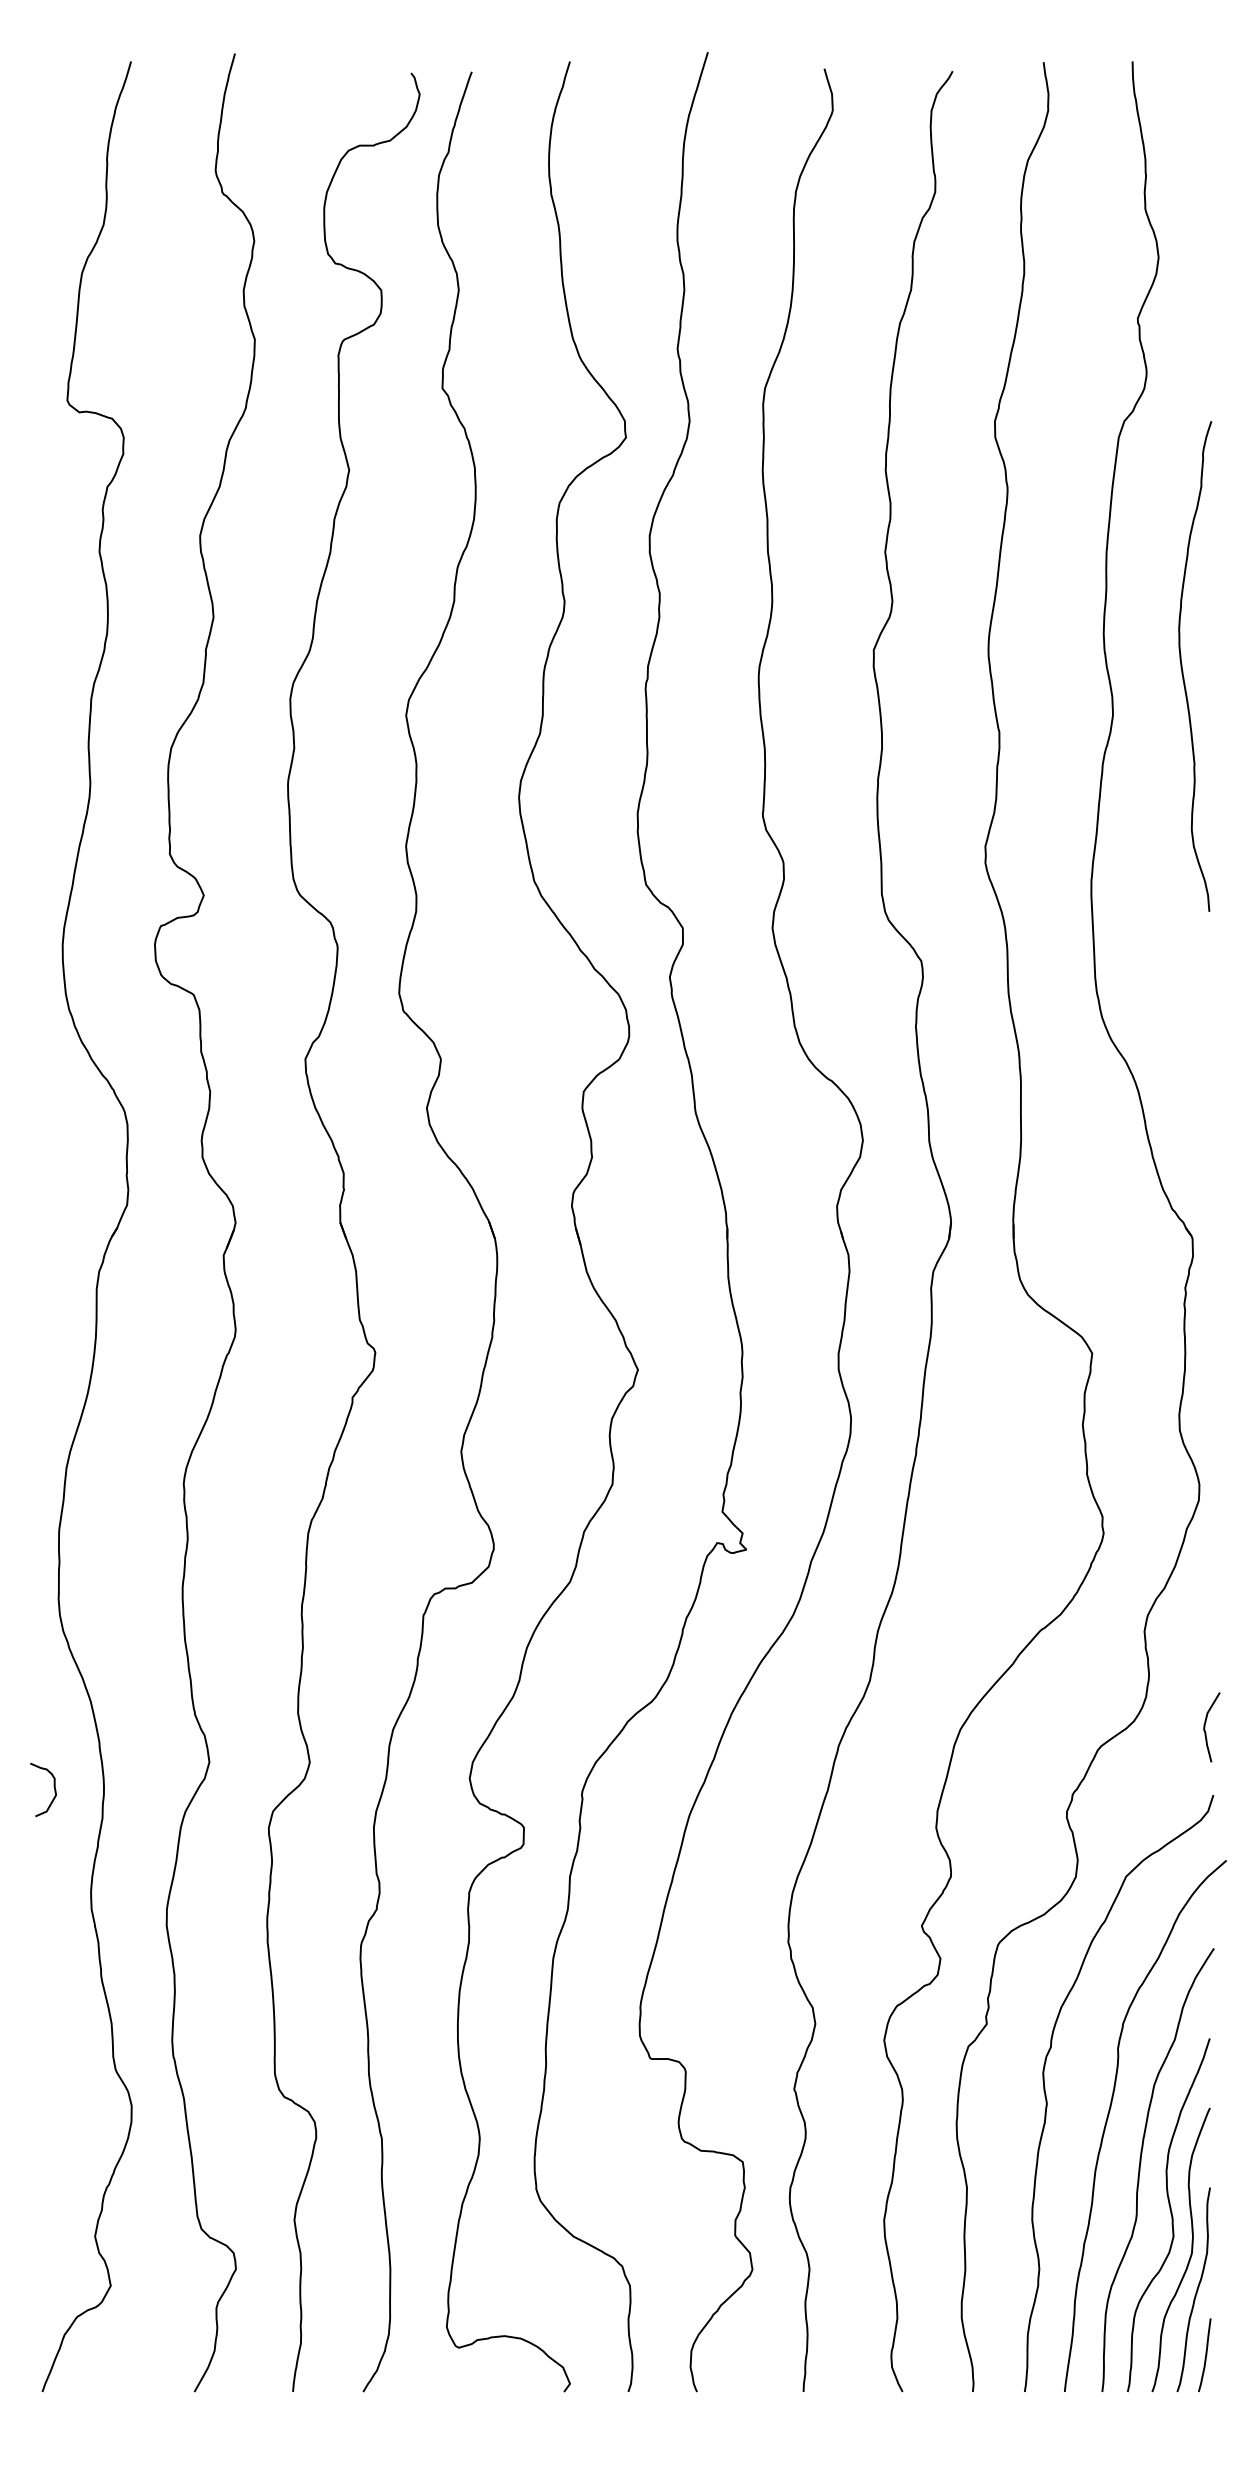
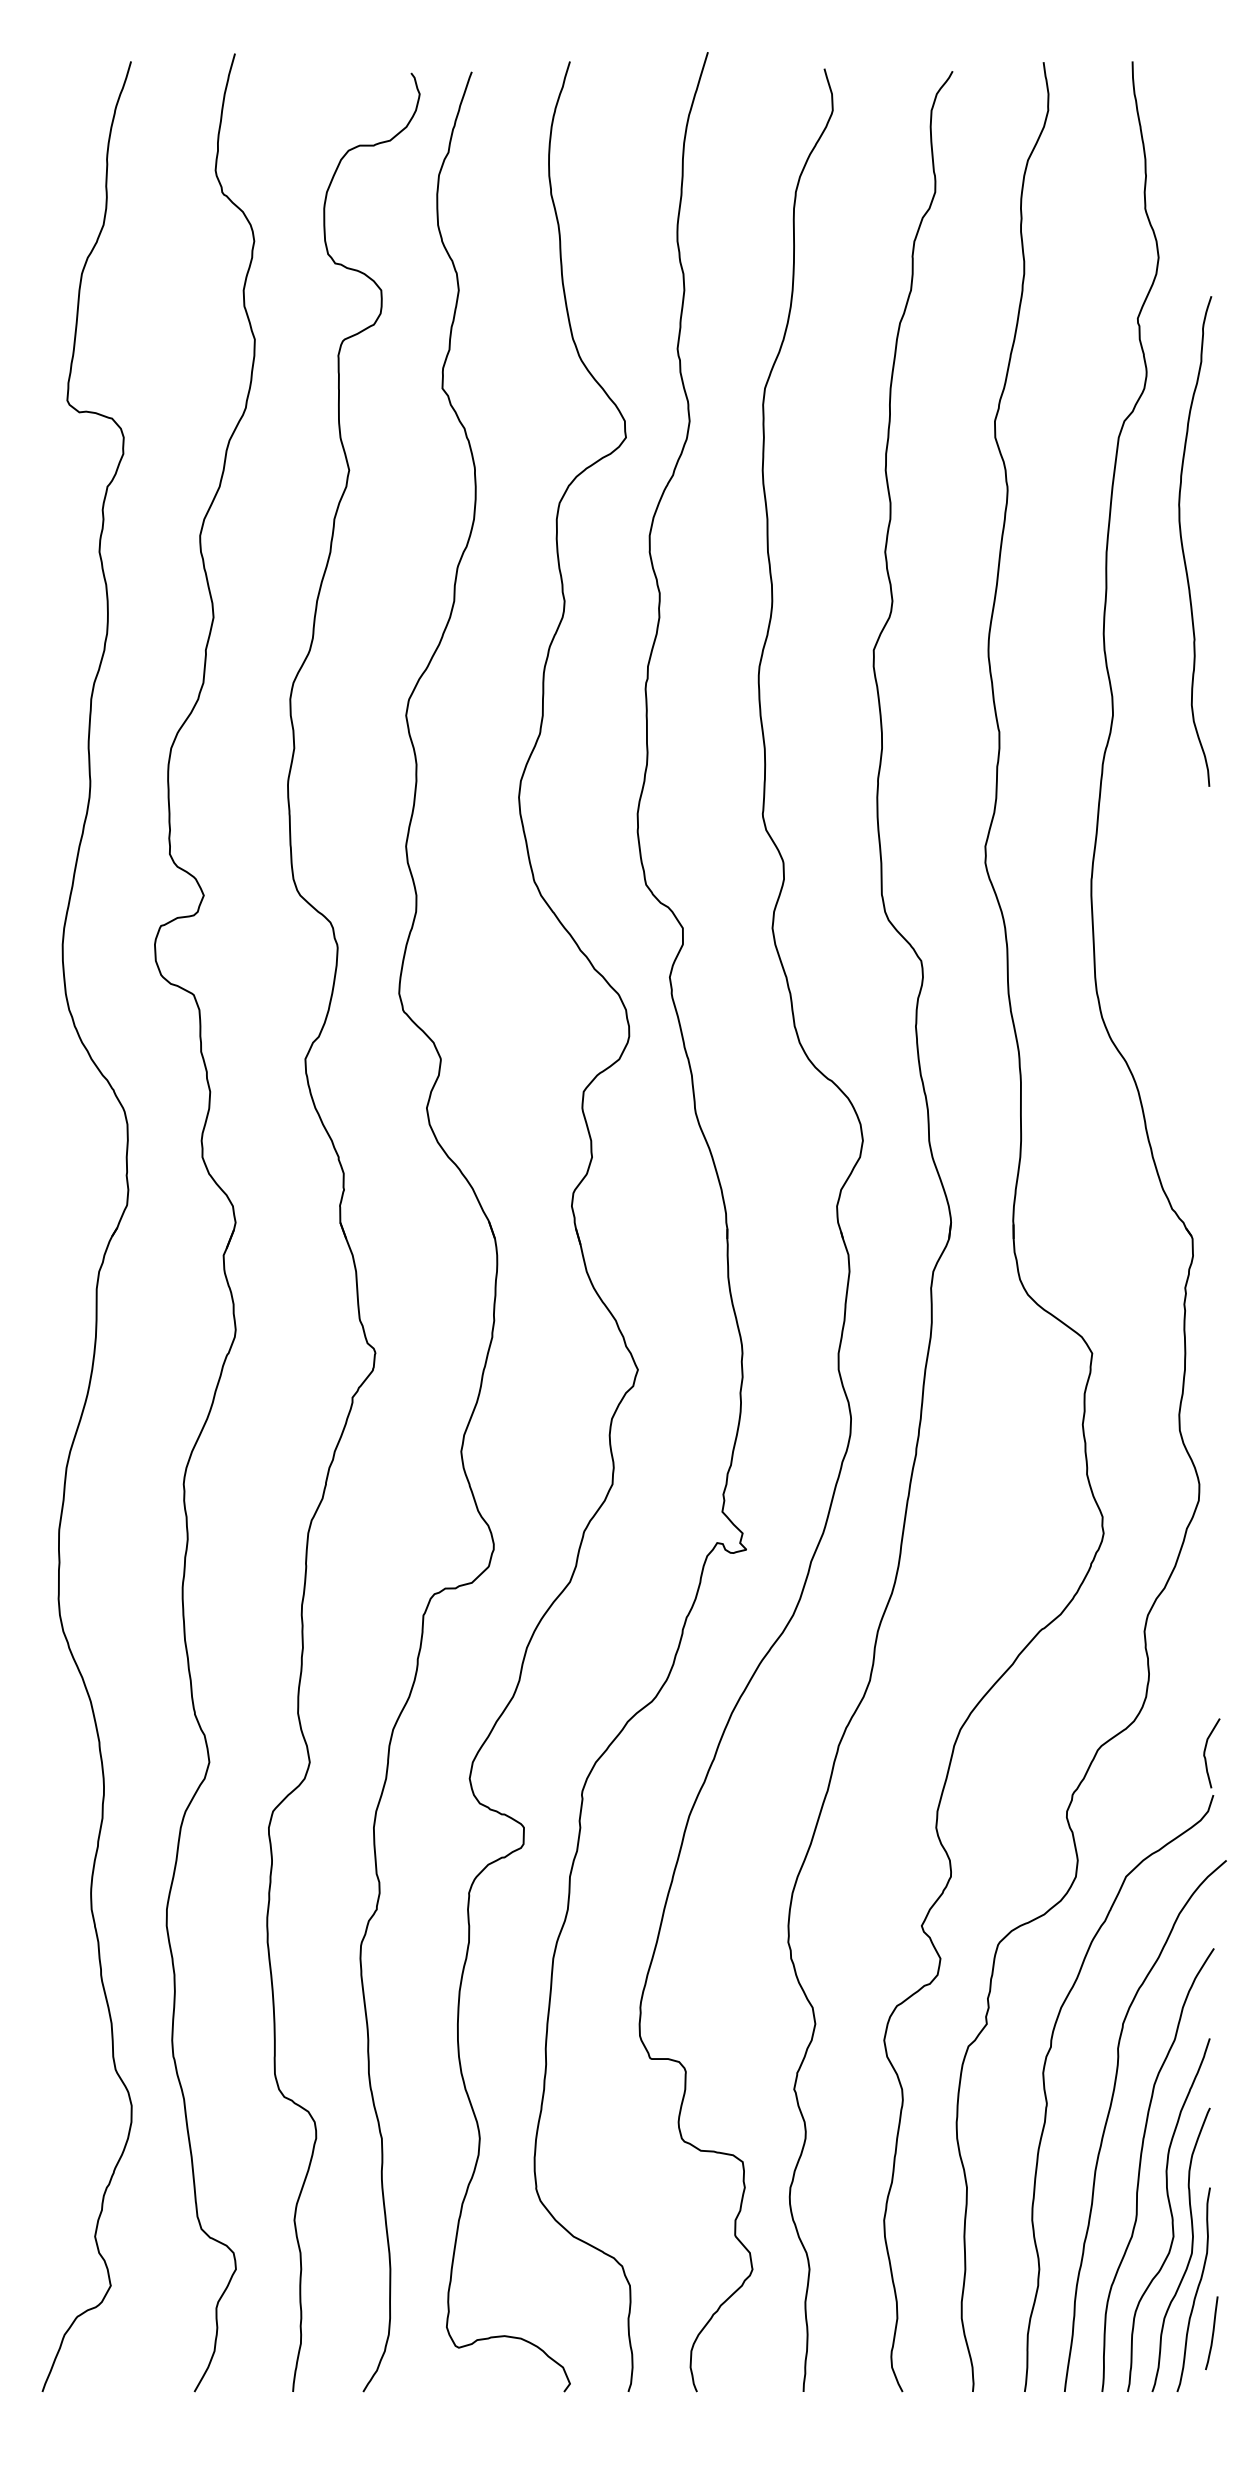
curve at (1182, 666) position: (1182, 666) -> (1182, 541)
curve at (1205, 1727) position: (1205, 1727) -> (1205, 1753)
curve at (53, 1787): present -> none
curve at (1205, 2355) position: (1205, 2355) -> (1212, 2333)
